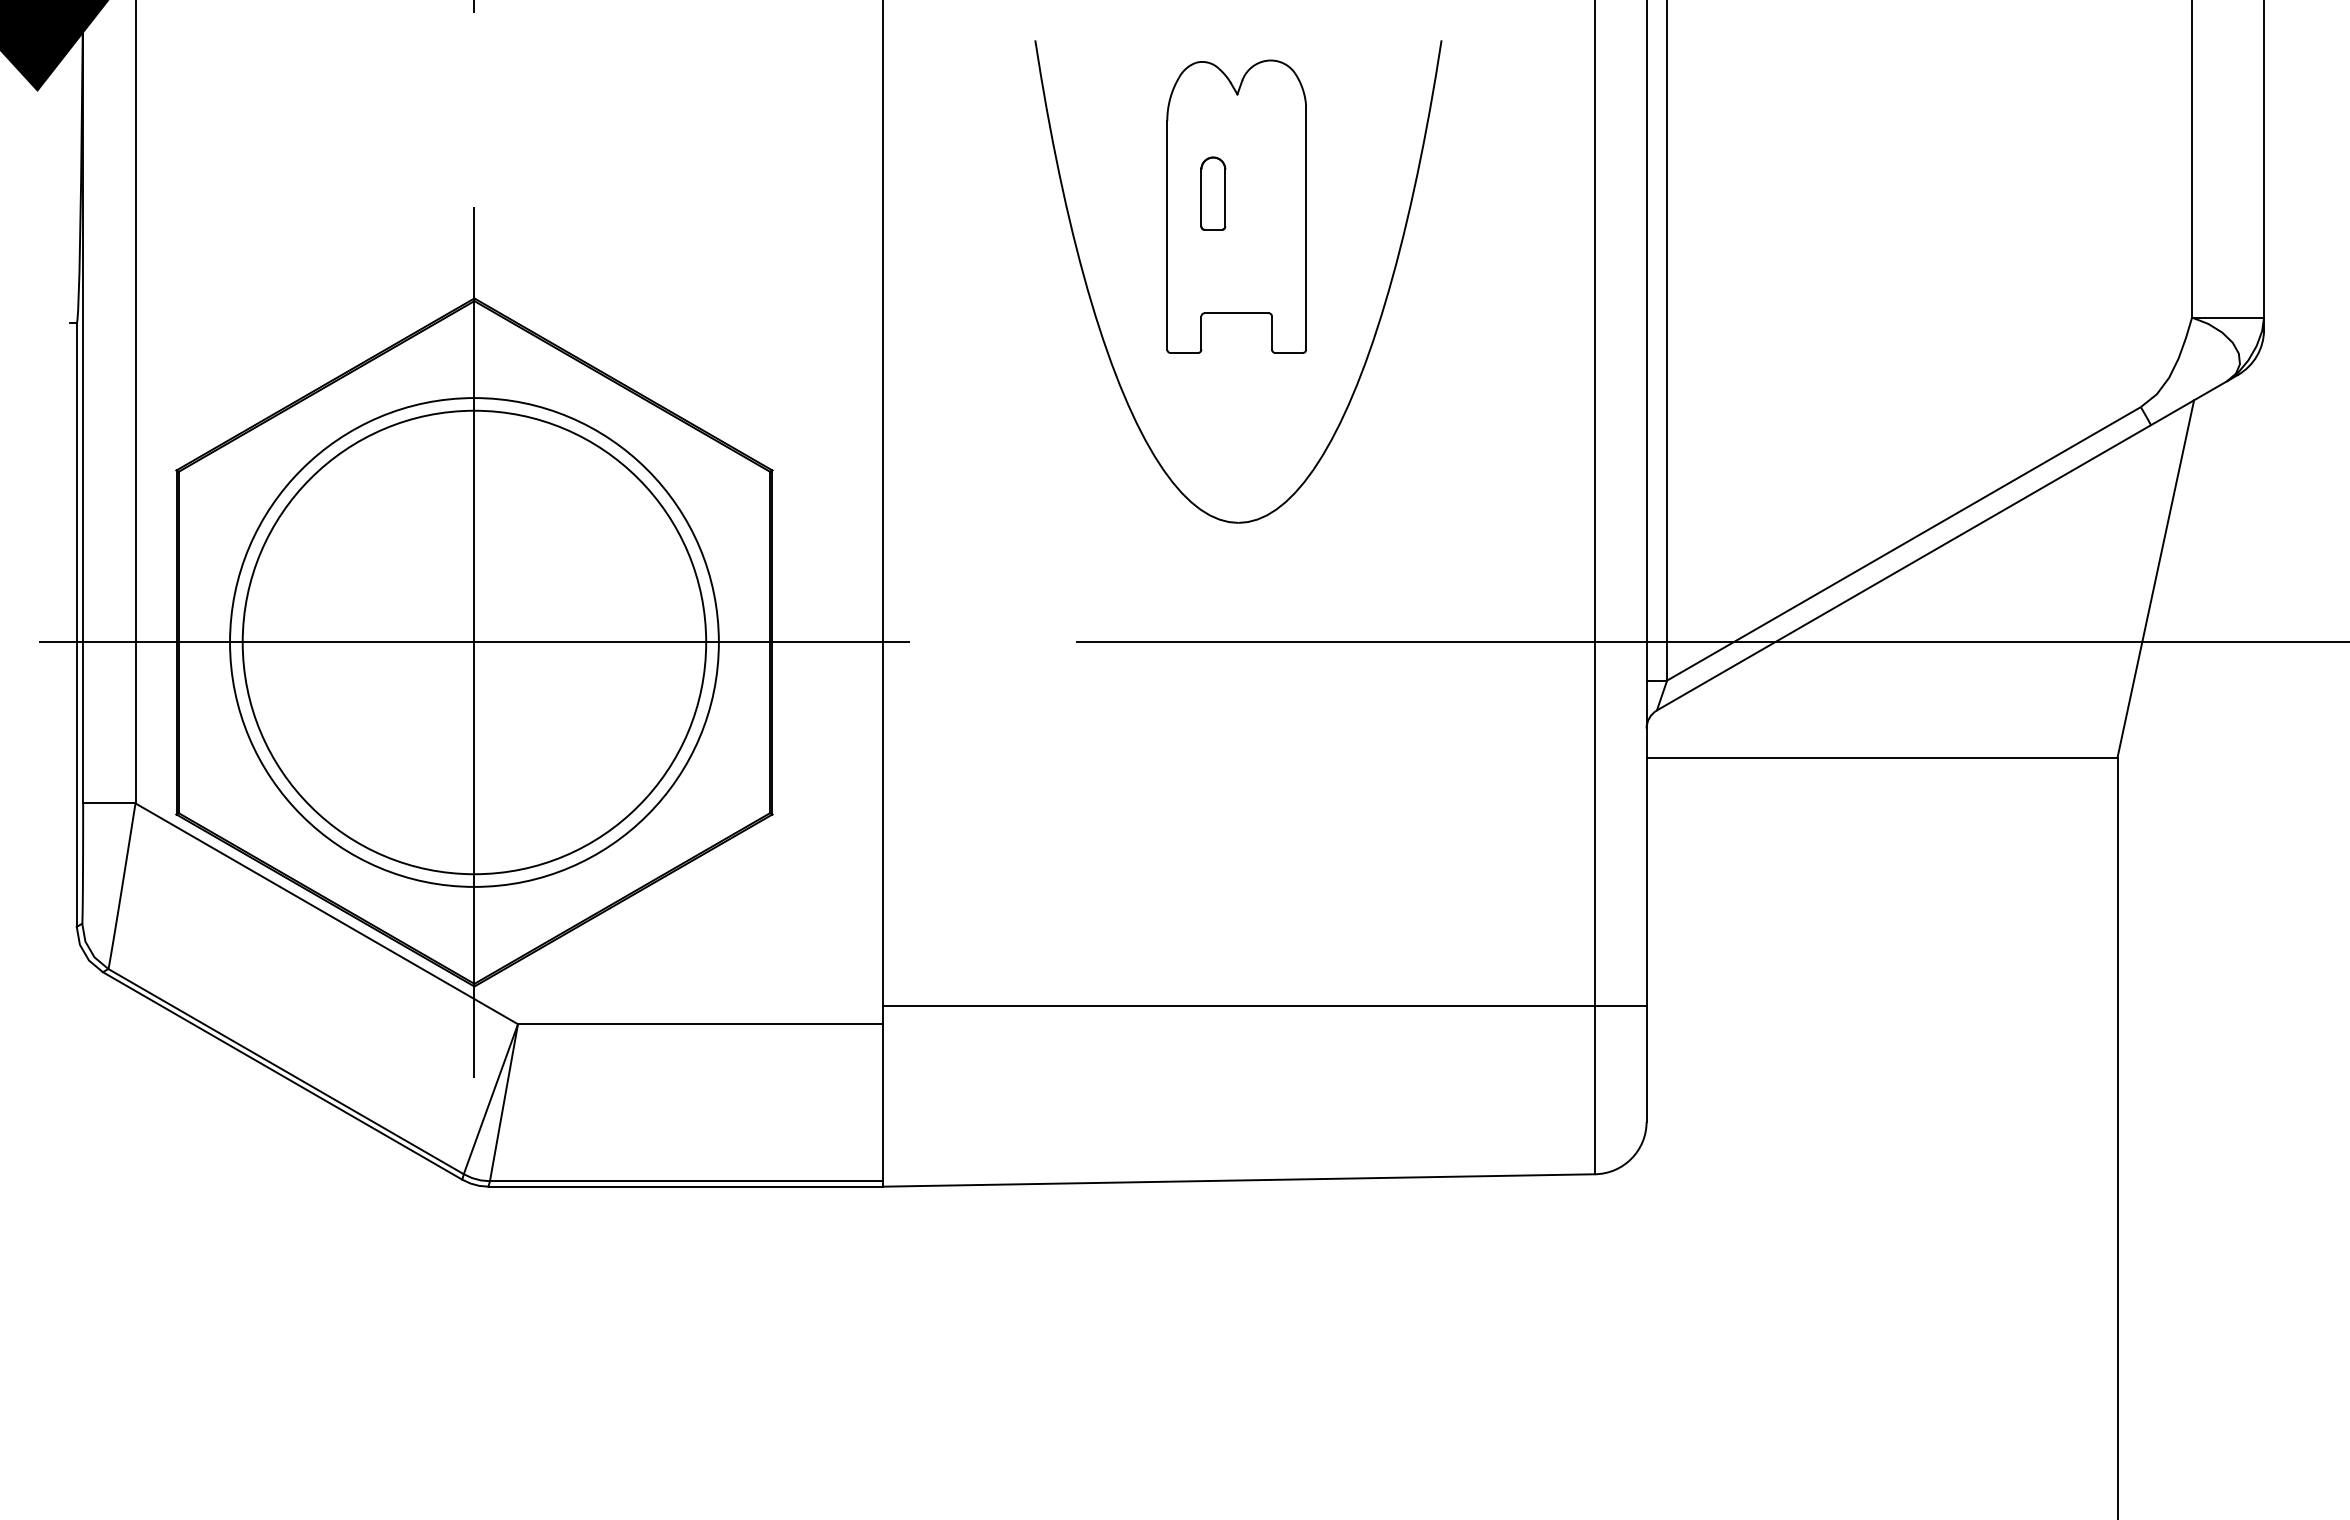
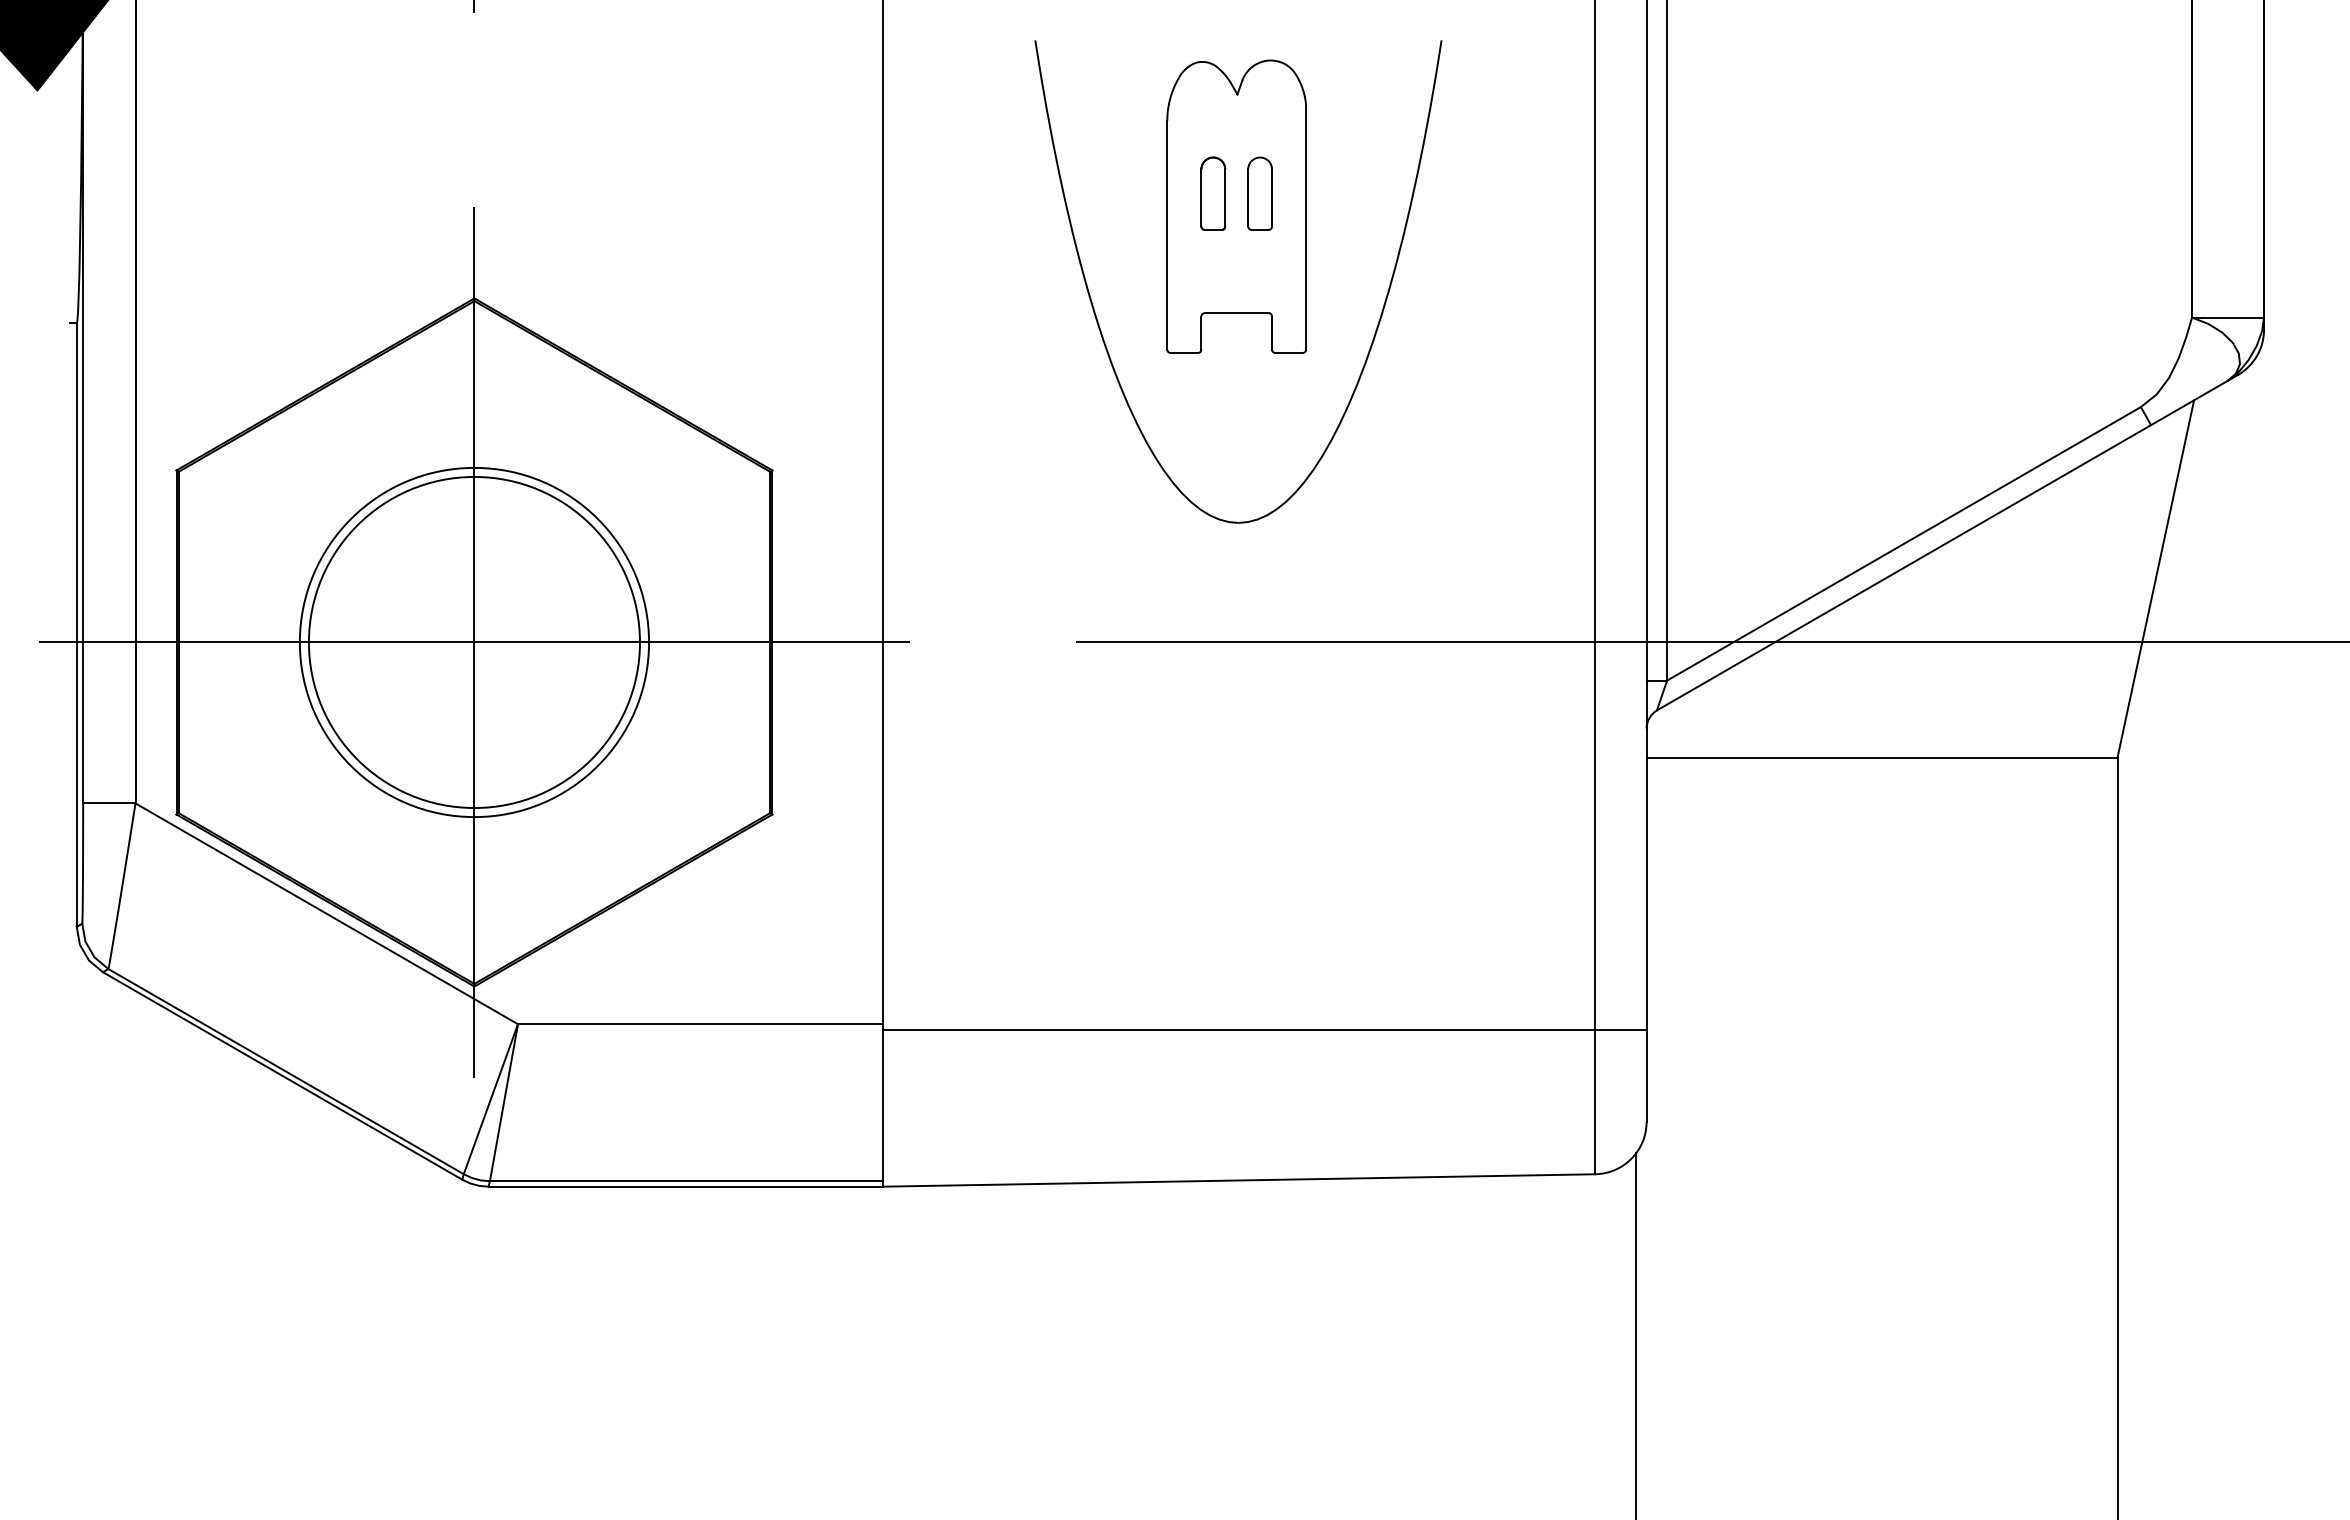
part at (1259, 193): none -> present
circle at (474, 642) diameter: 463 px -> 331 px
circle at (474, 642) diameter: 489 px -> 349 px
line at (1264, 1005) position: (1264, 1005) -> (1264, 1029)
line at (1636, 1334): none -> present
